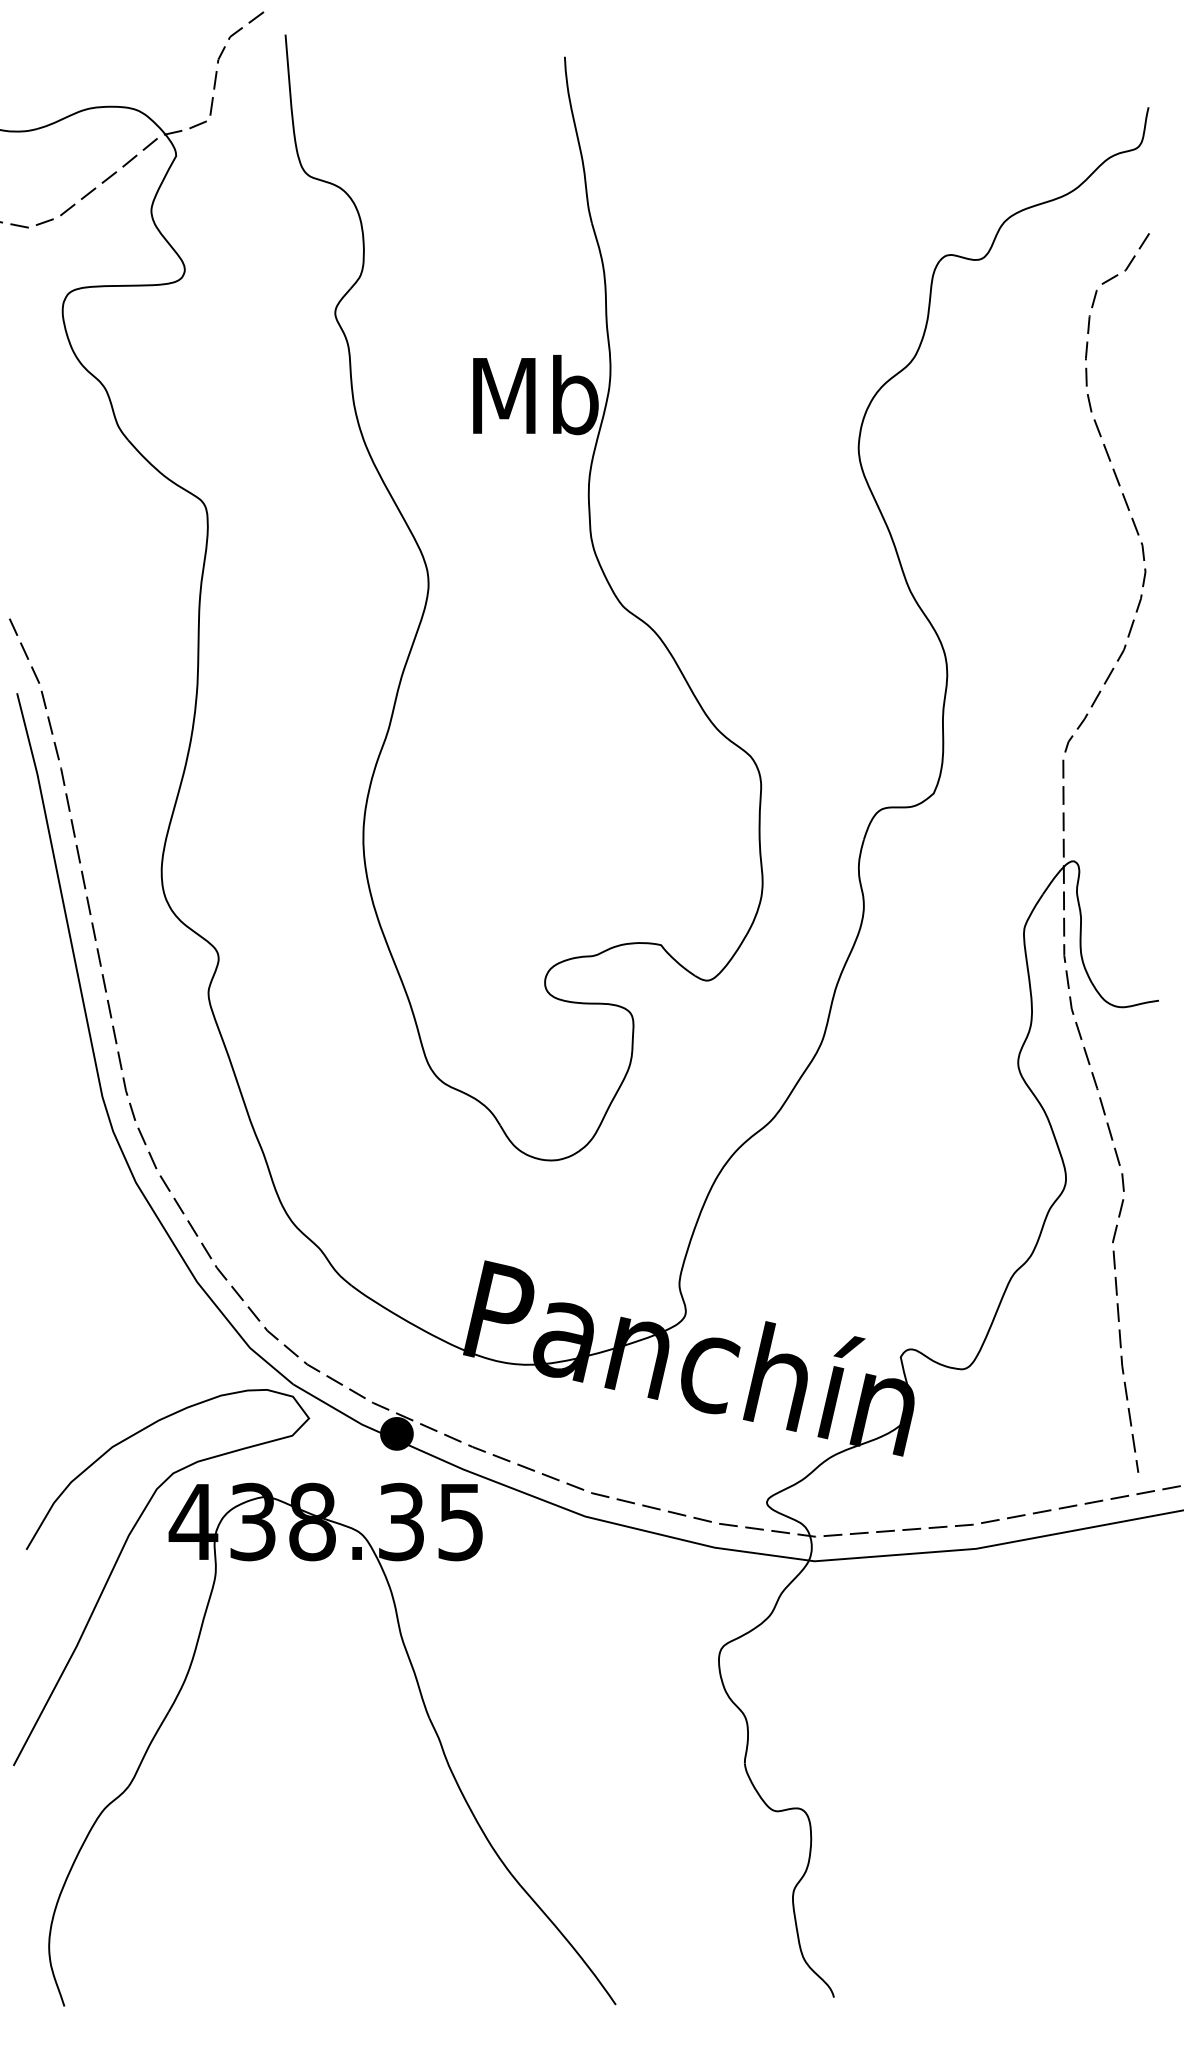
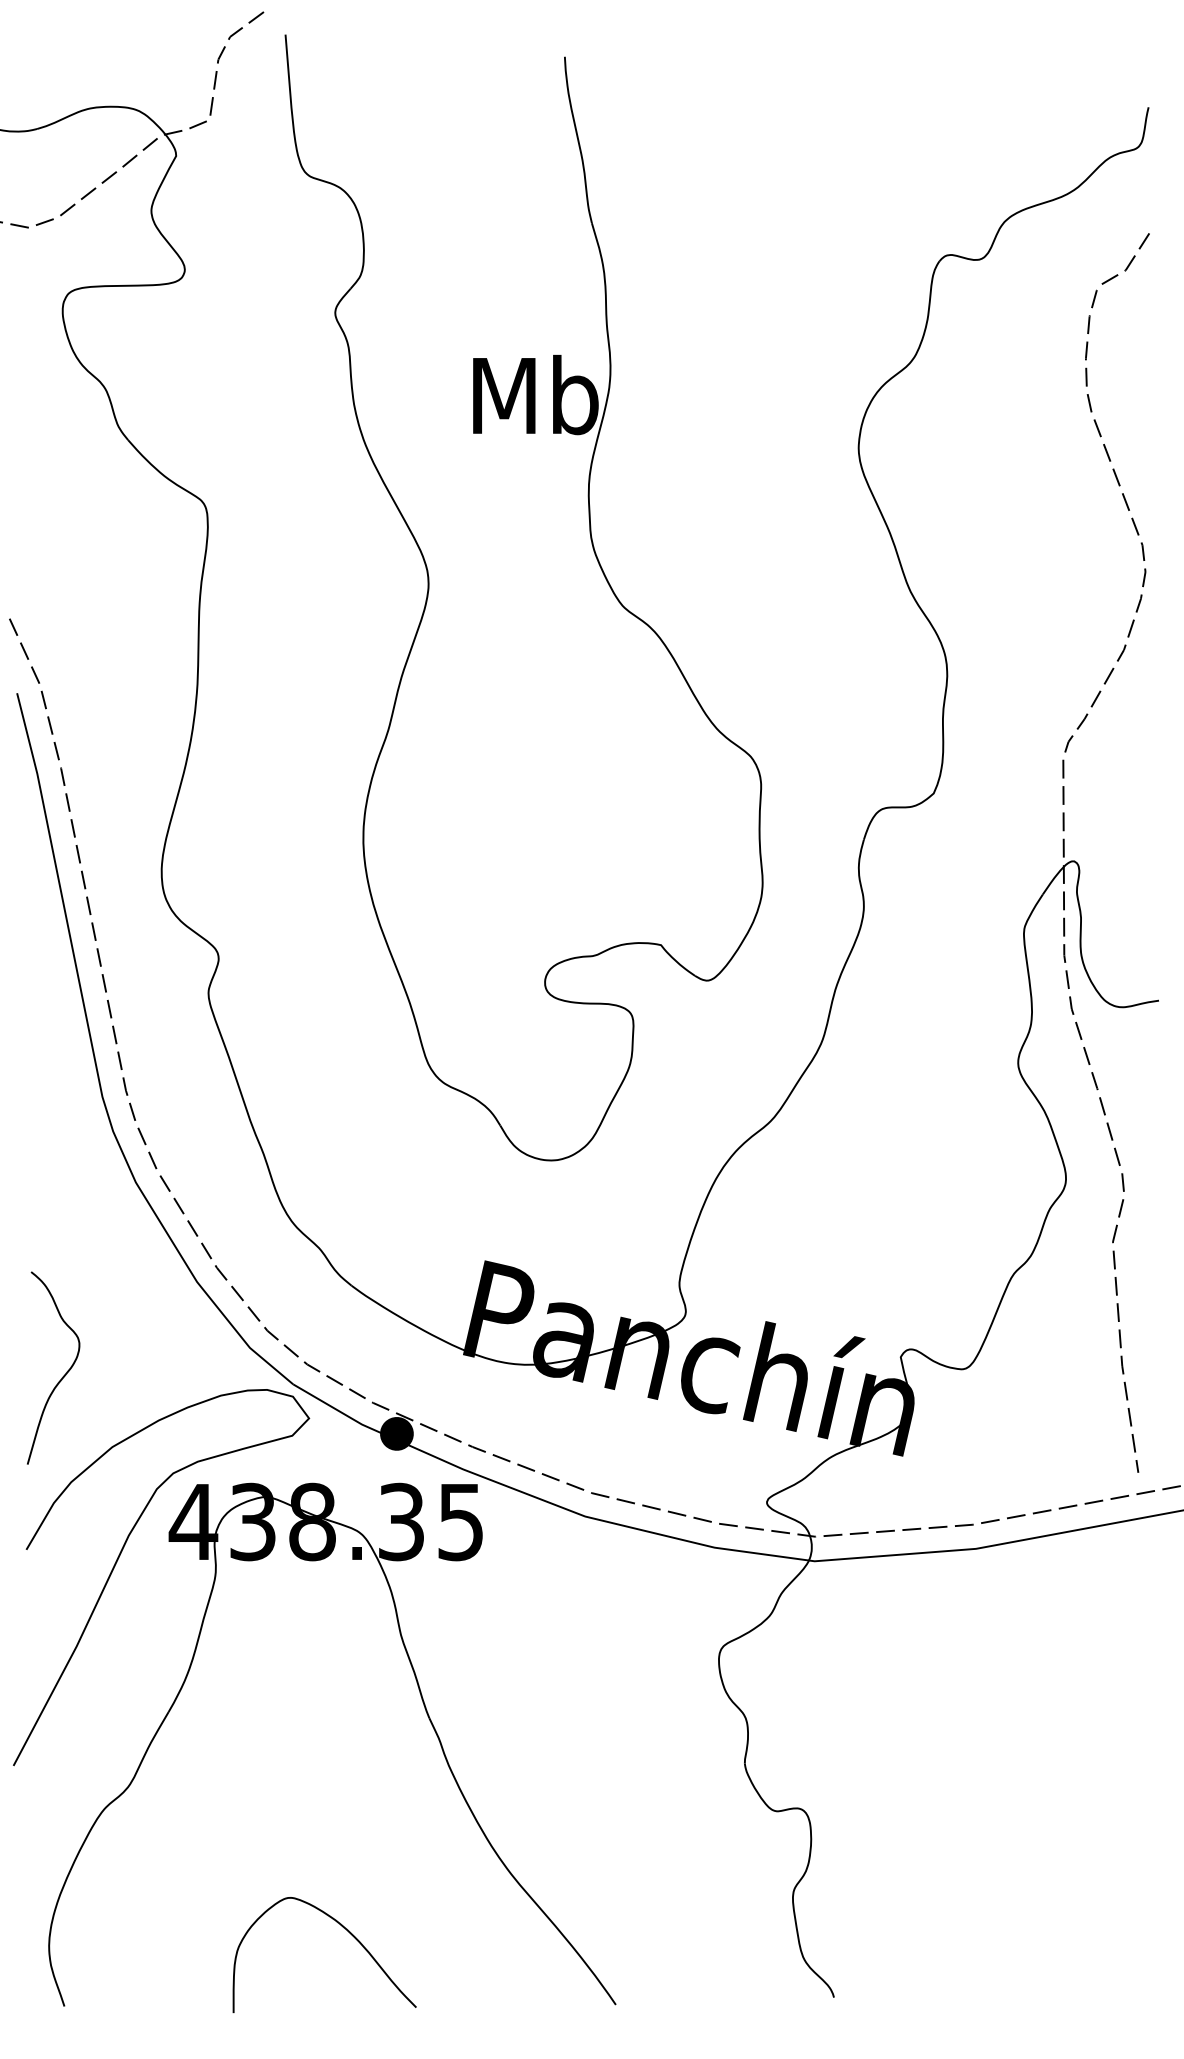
curve at (62, 1376): none -> present
curve at (343, 1928): none -> present
